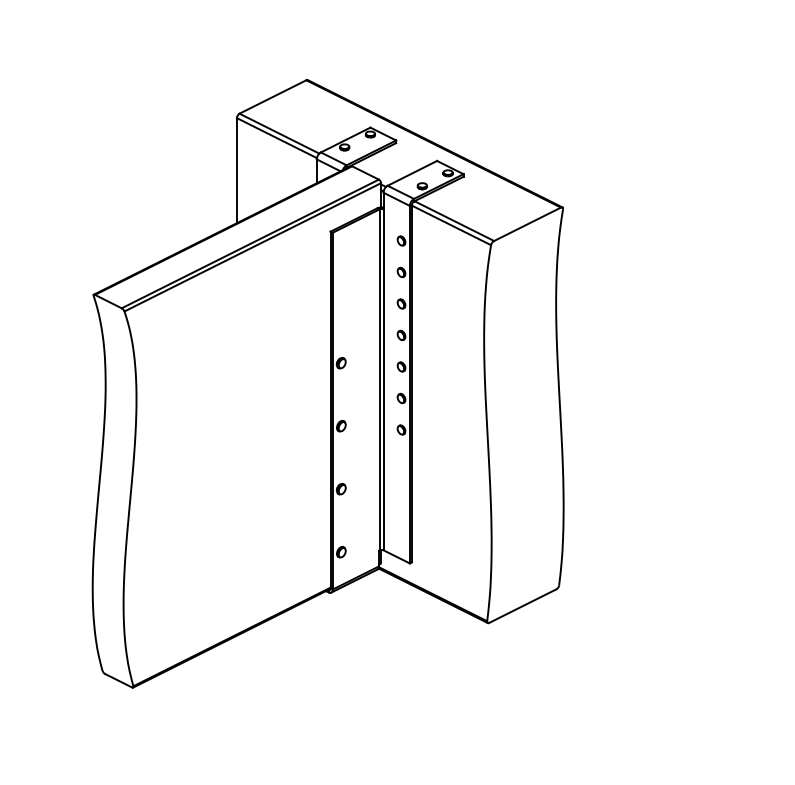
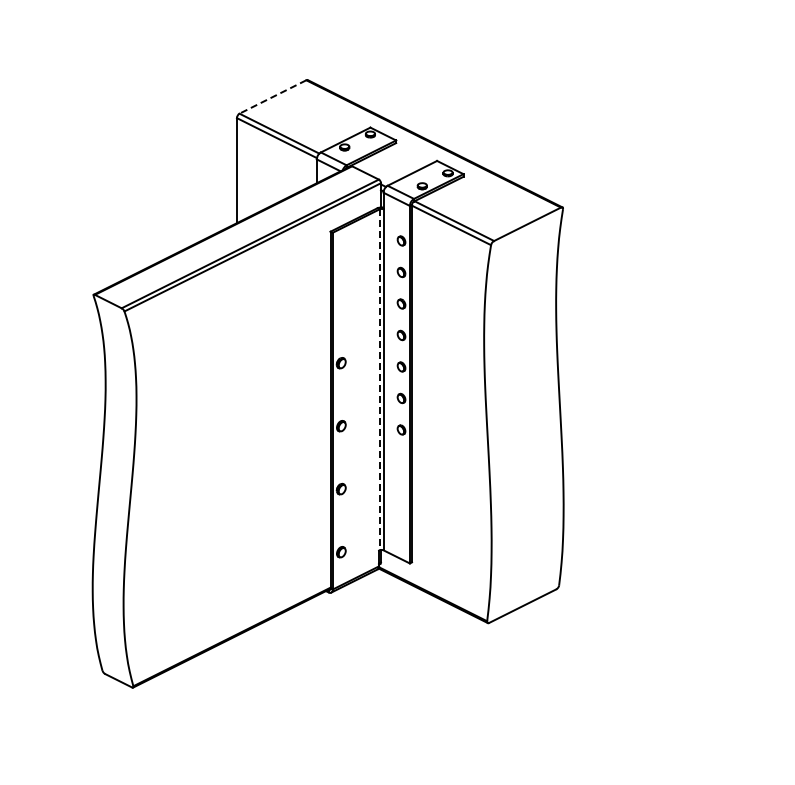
line at (272, 97): solid -> dashed
line at (379, 379): solid -> dashed
